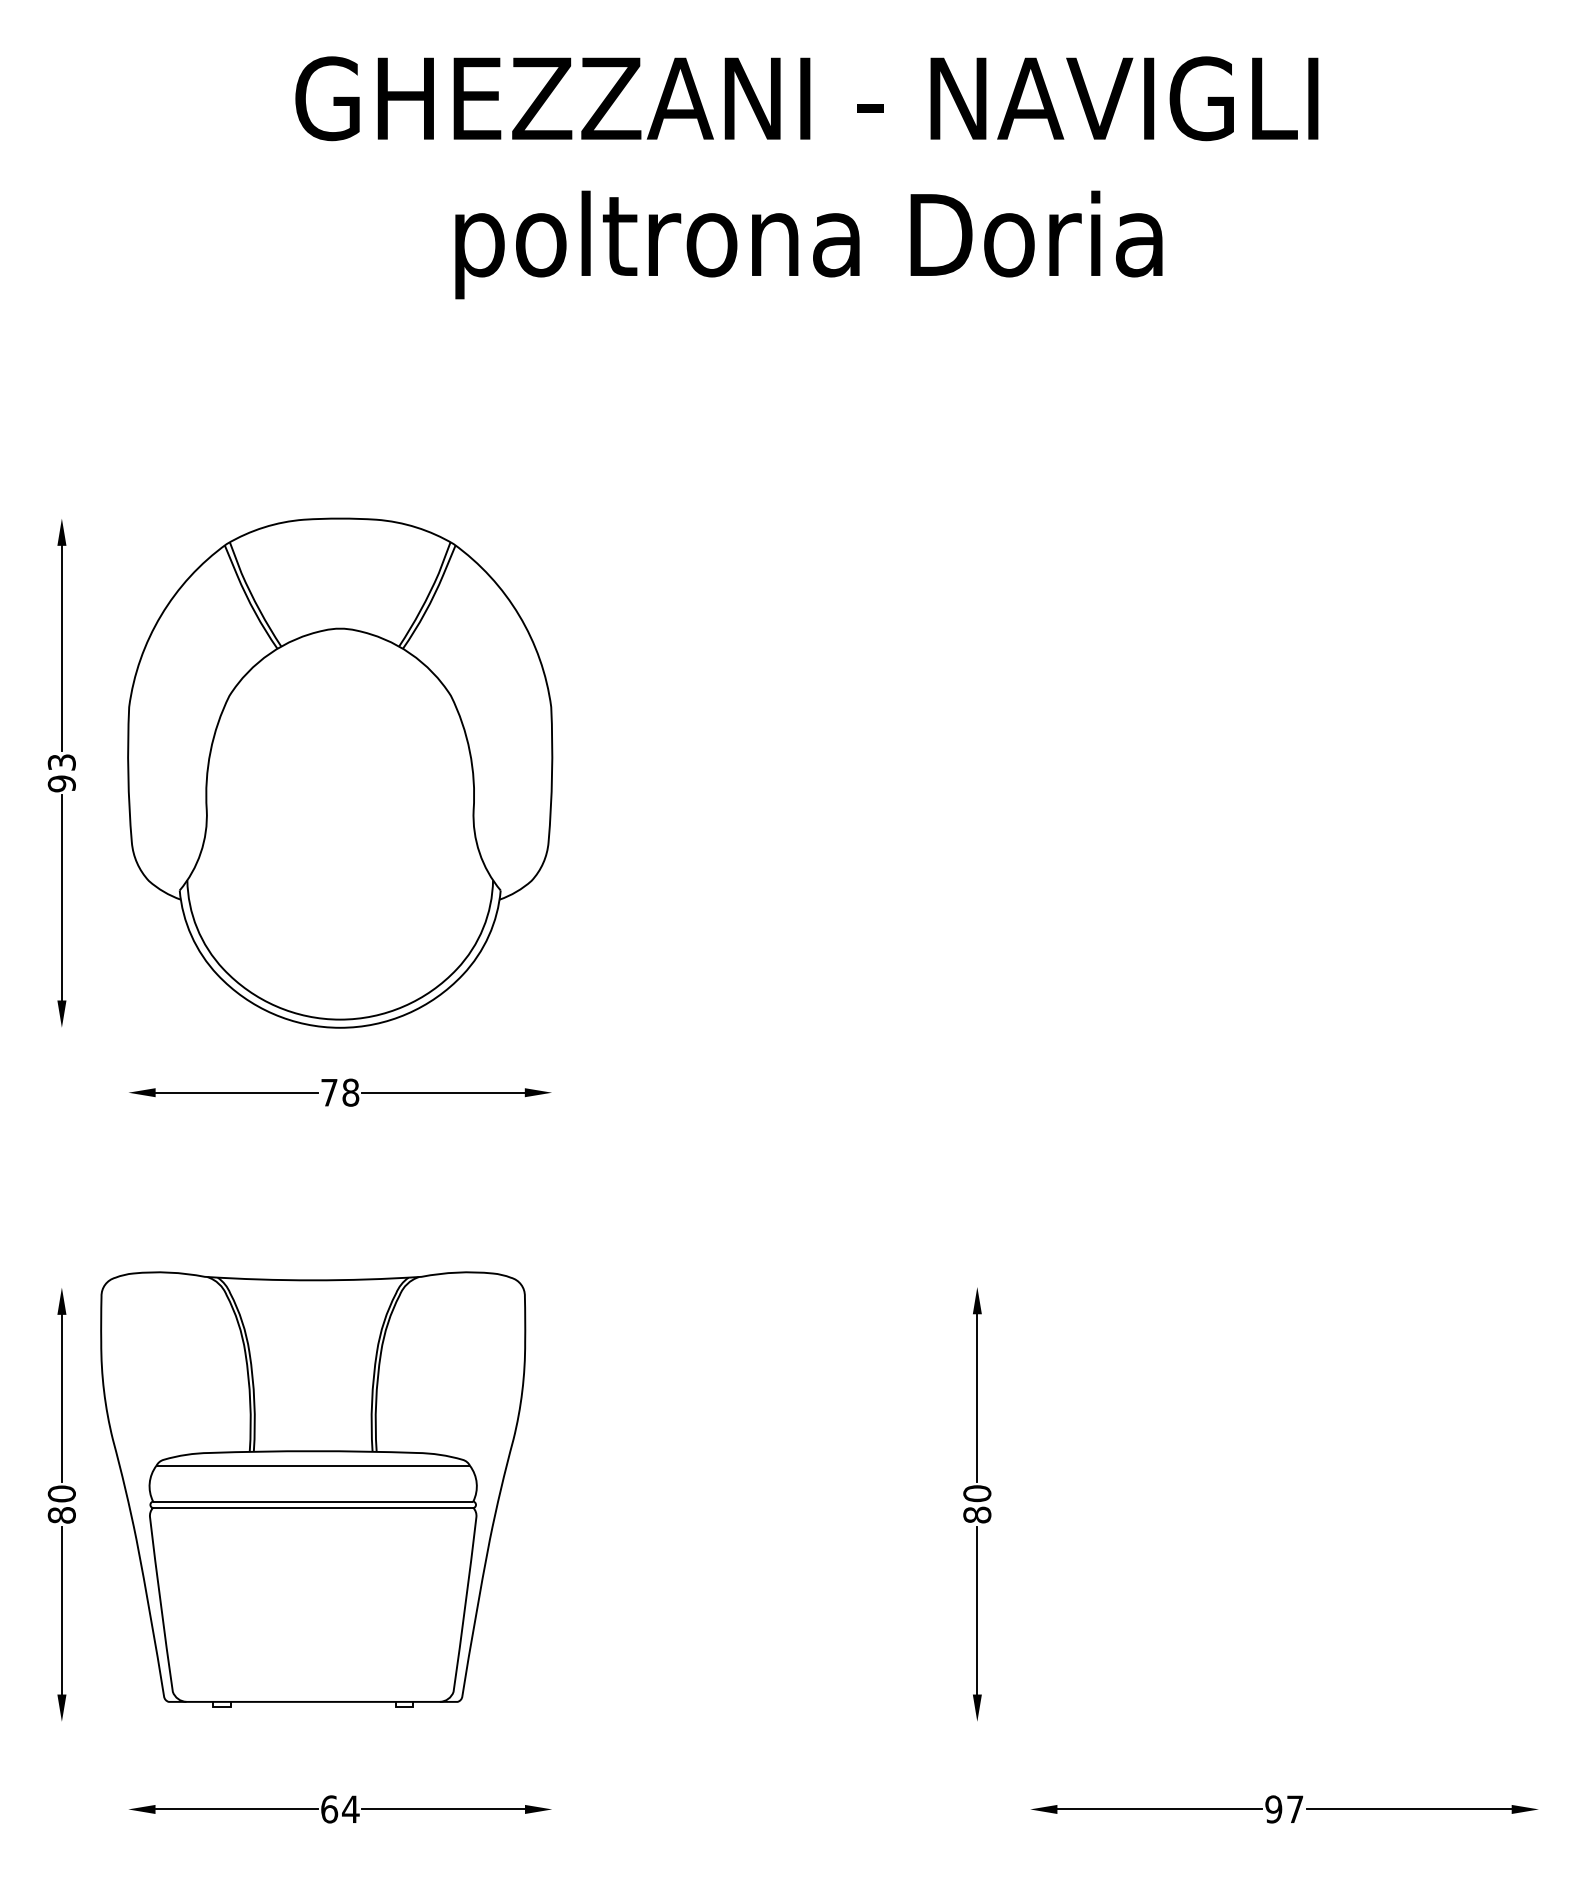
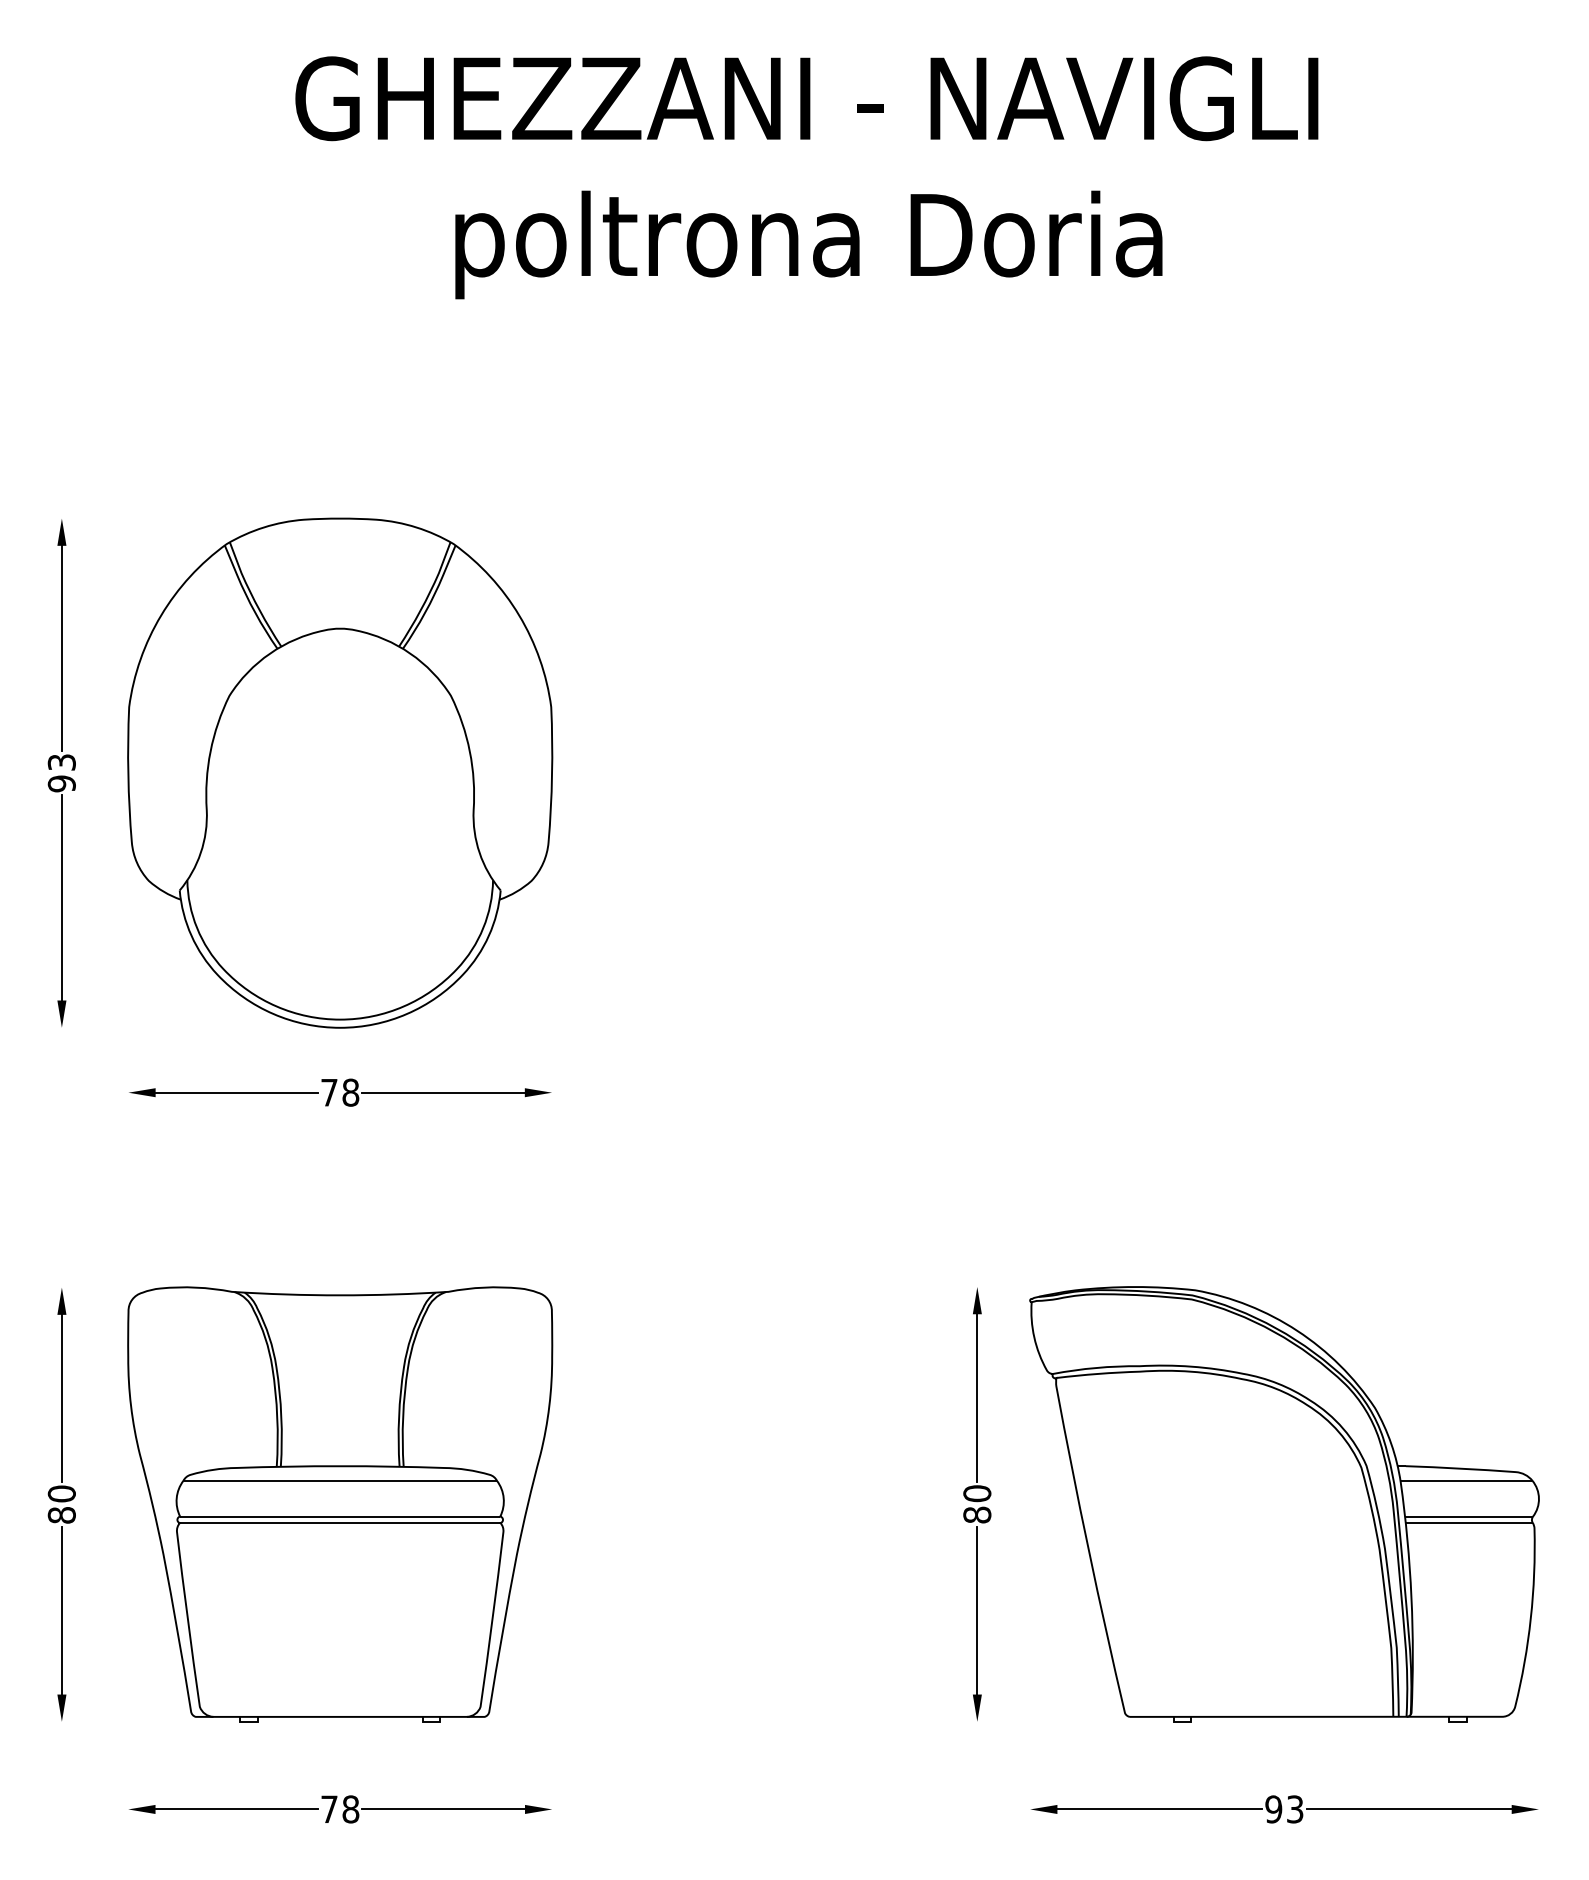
part at (313, 1489) position: (313, 1489) -> (340, 1504)
part at (1284, 1504): none -> present
text at (340, 1809): 64 -> 78
text at (1295, 1809): 97 -> 93
